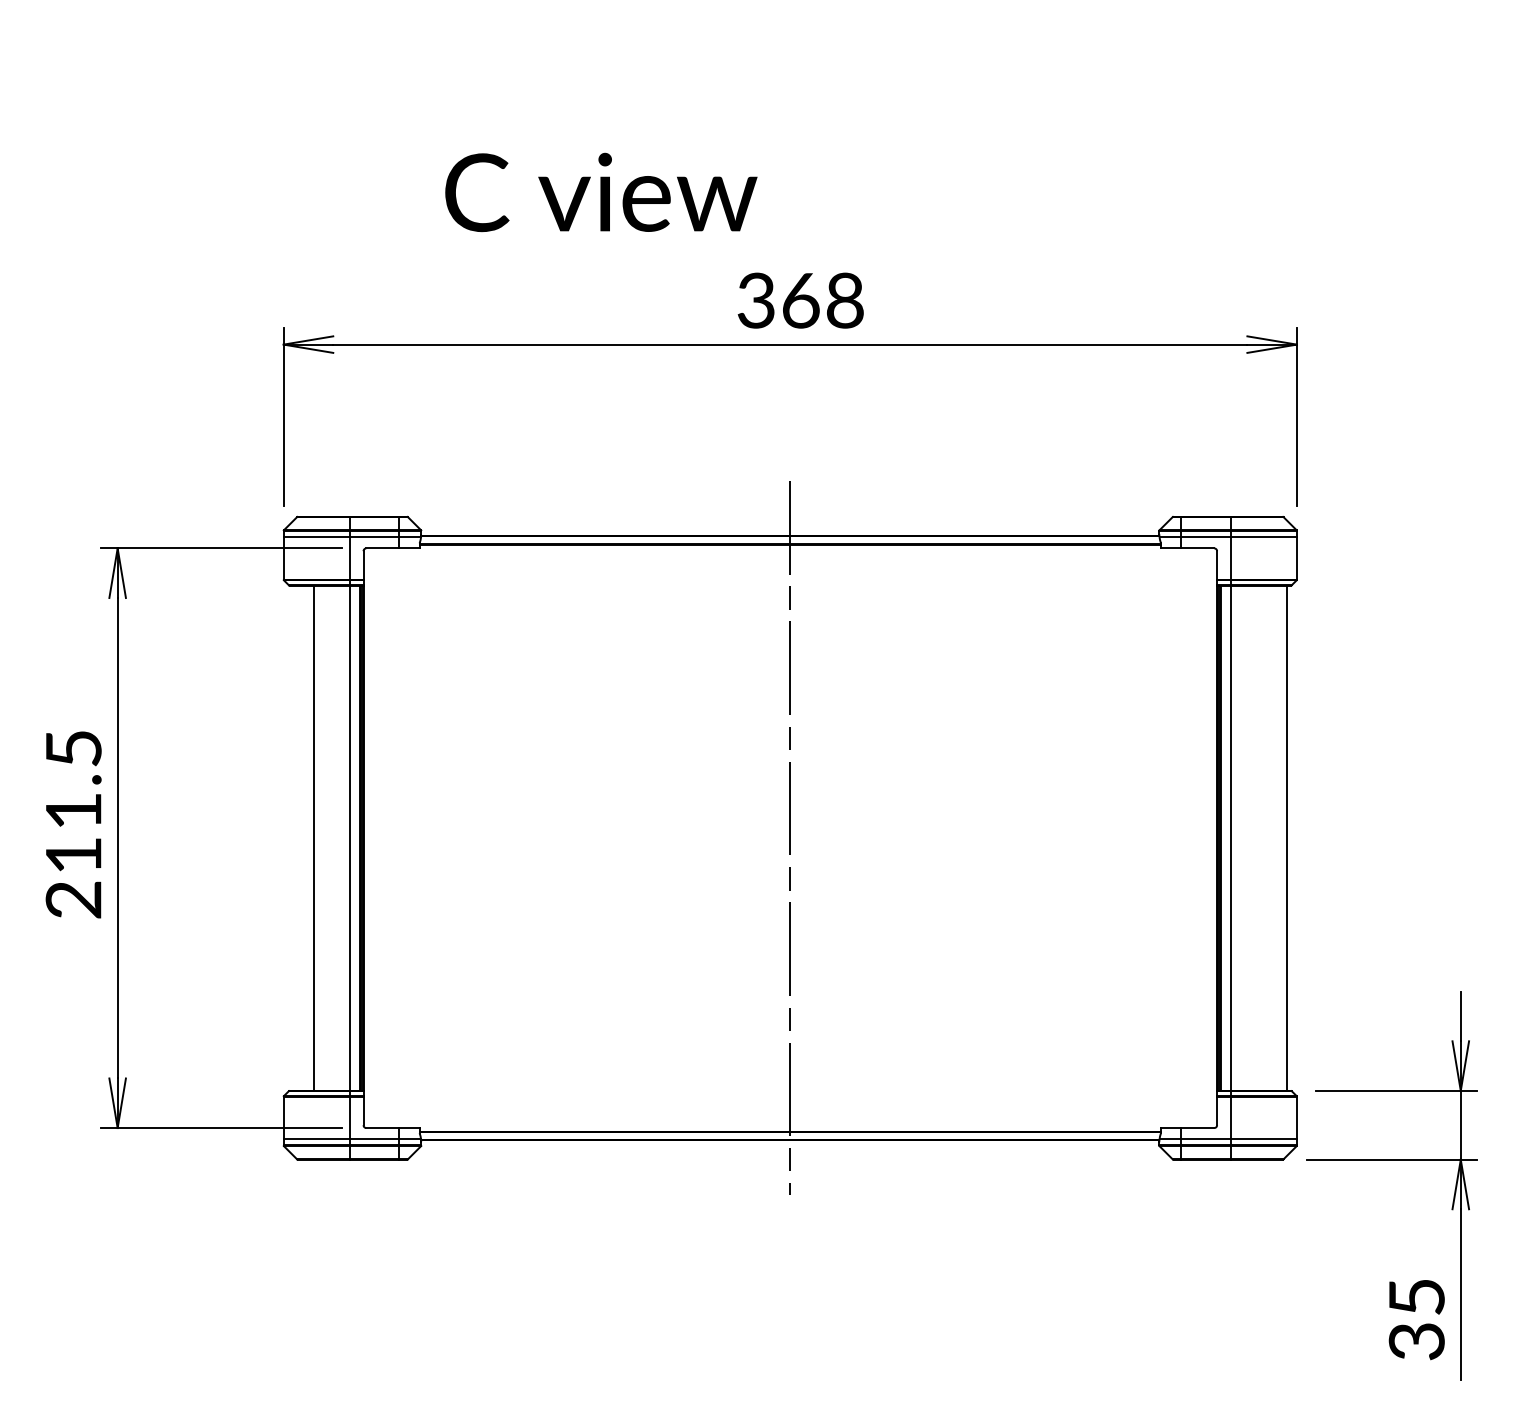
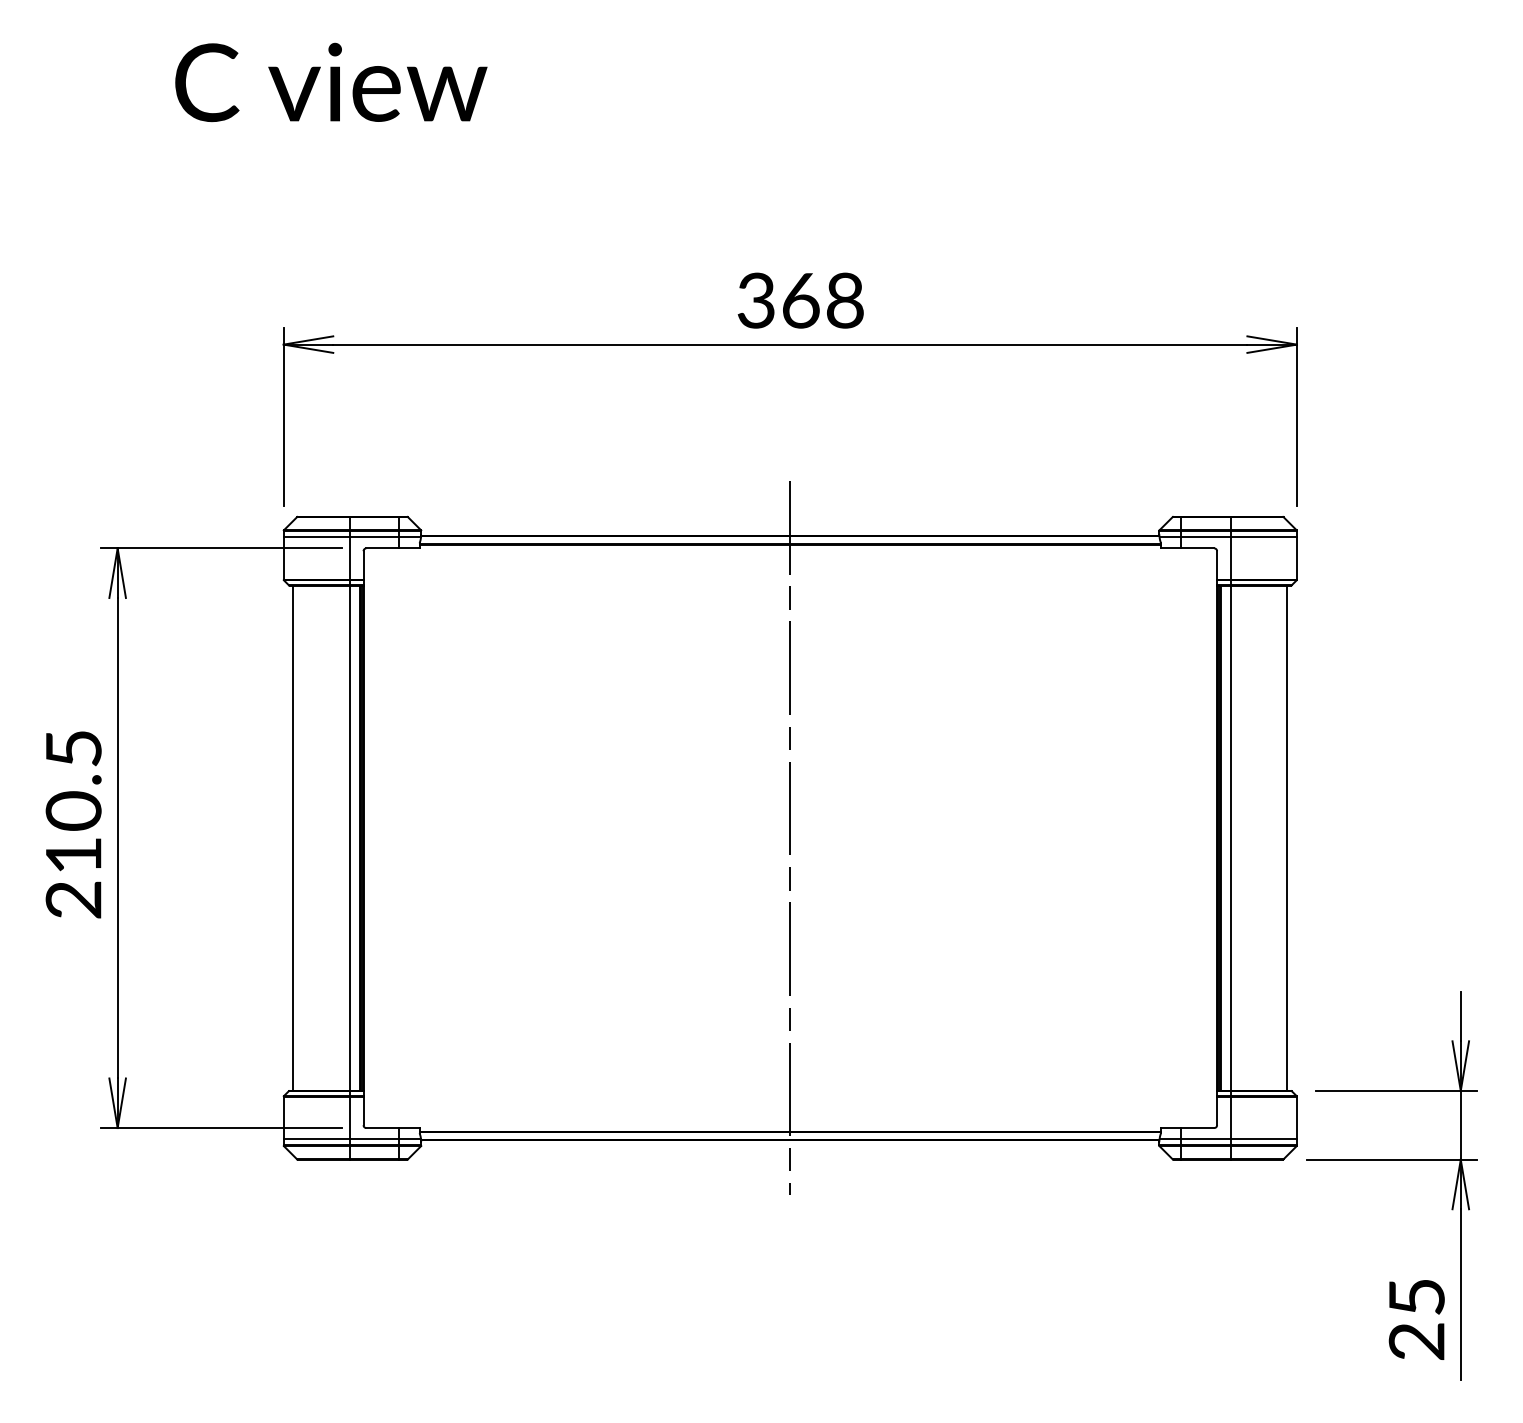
text at (601, 192) position: (601, 192) -> (331, 82)
text at (73, 810): 211.5 -> 210.5
line at (314, 837) position: (314, 837) -> (293, 837)
text at (1416, 1341): 35 -> 25
